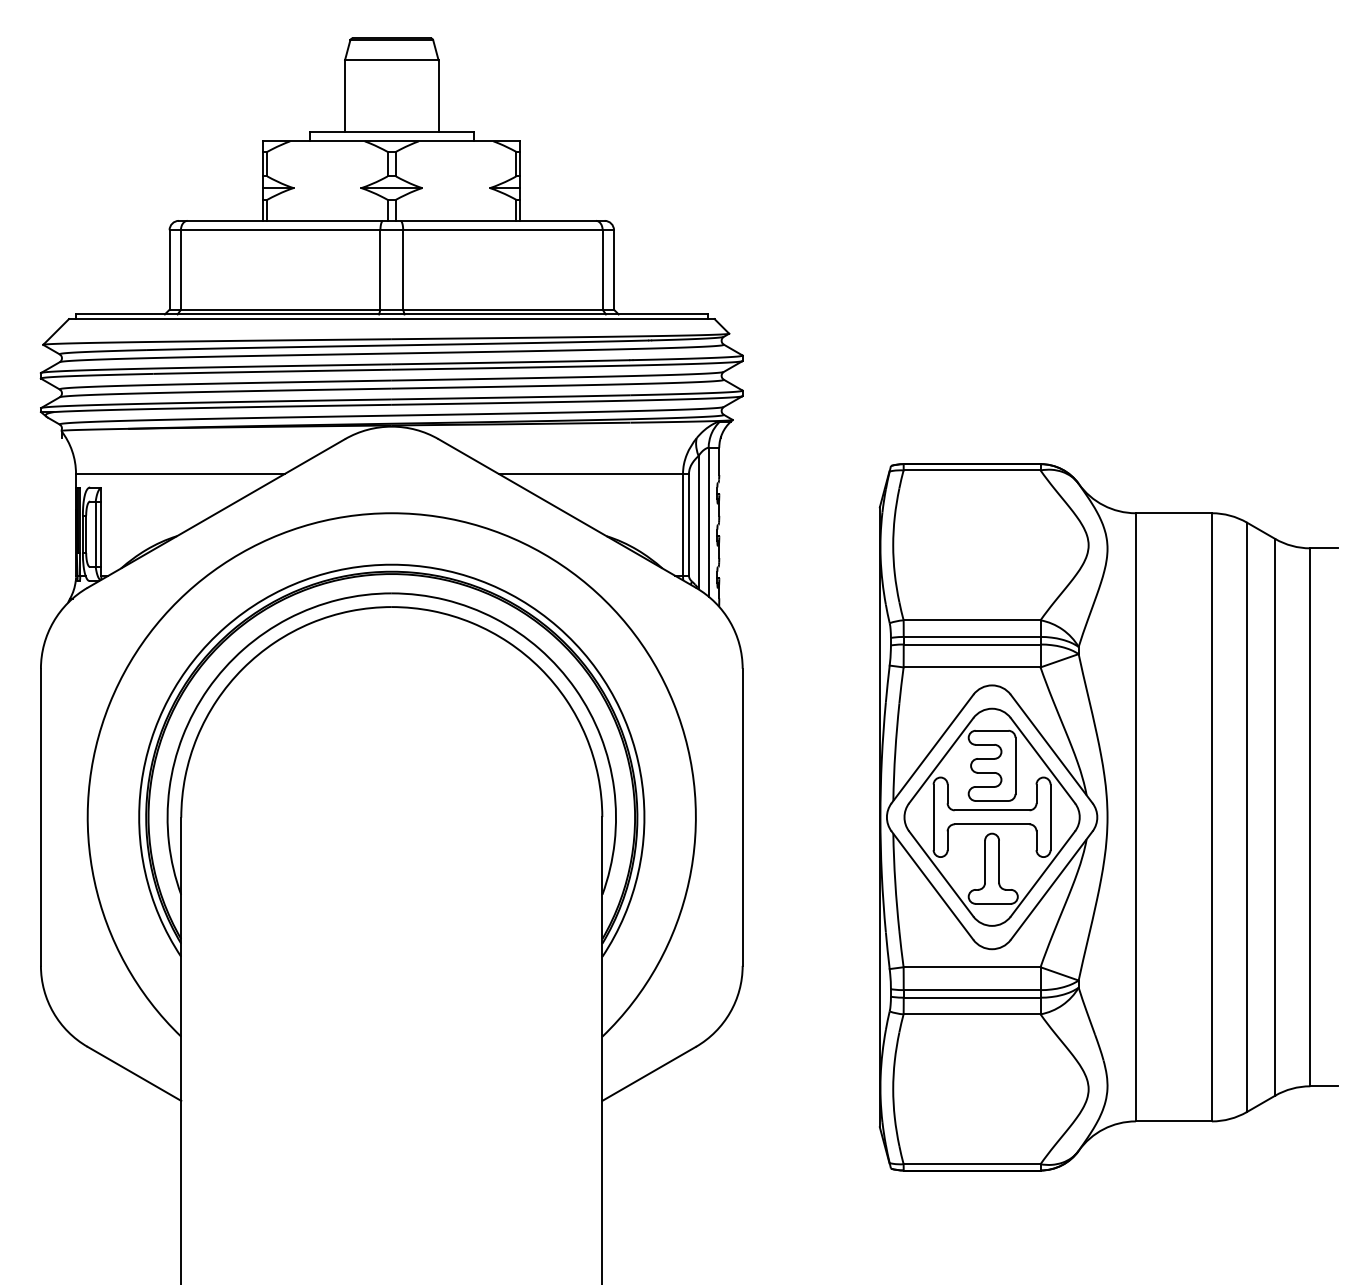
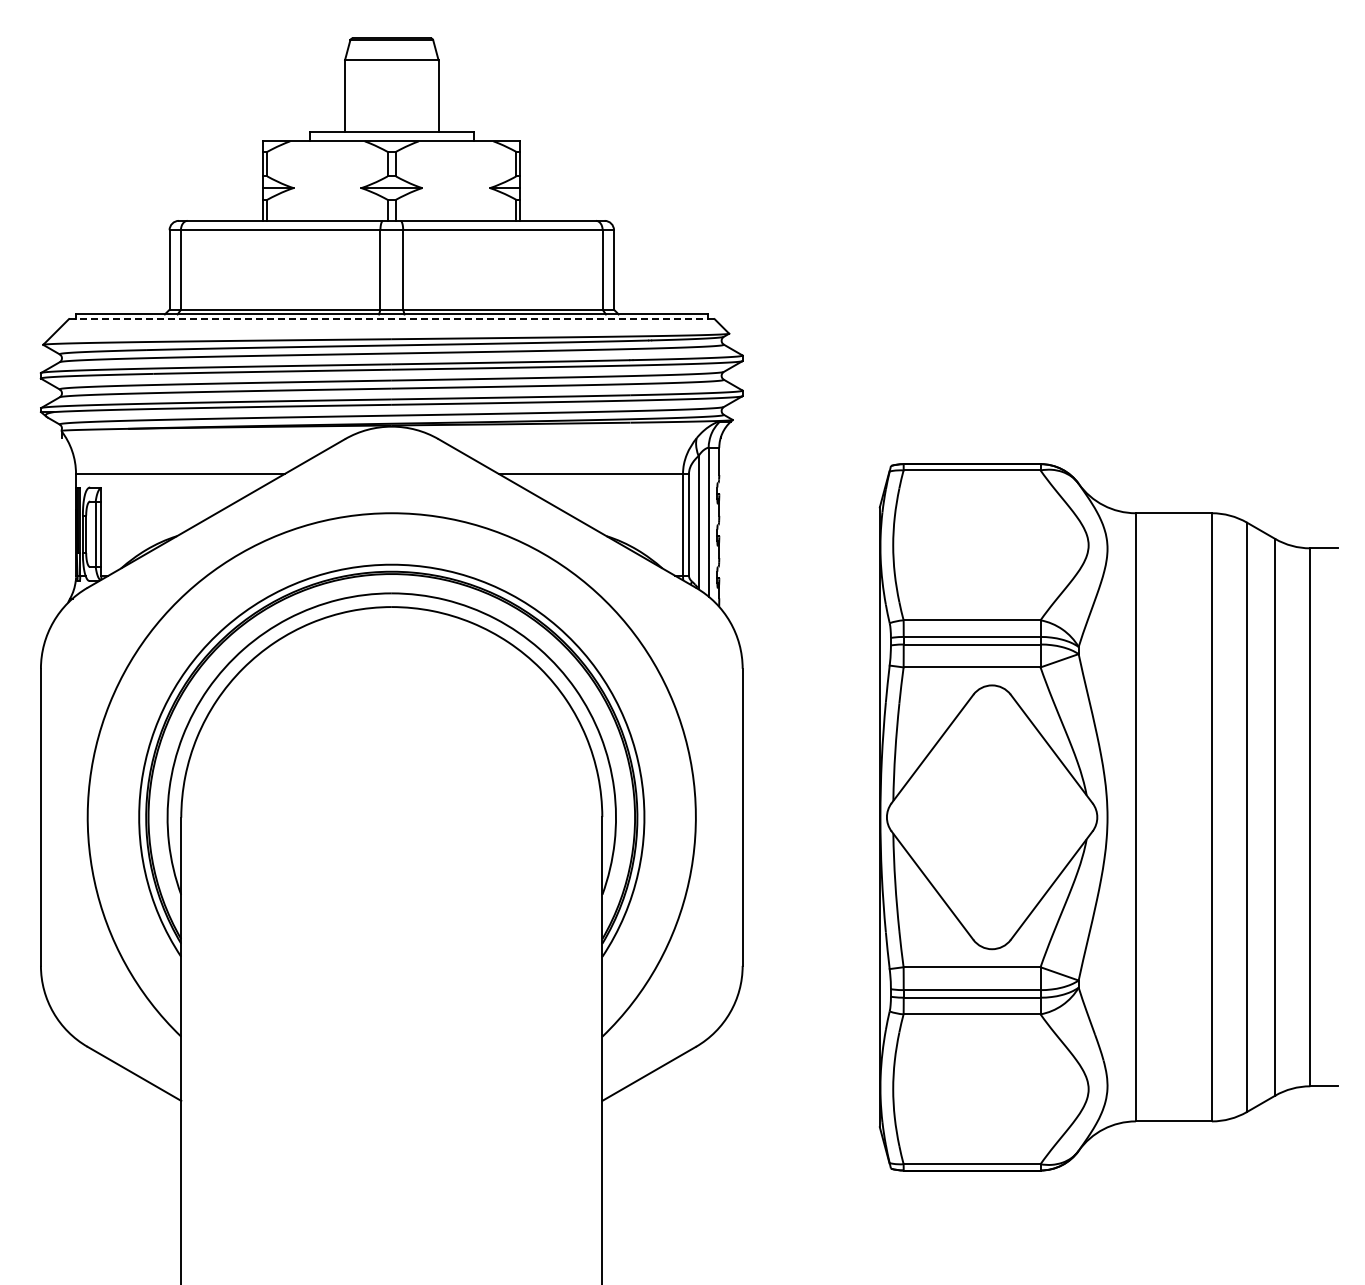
line at (391, 319): solid -> dashed
part at (991, 816): present -> none
